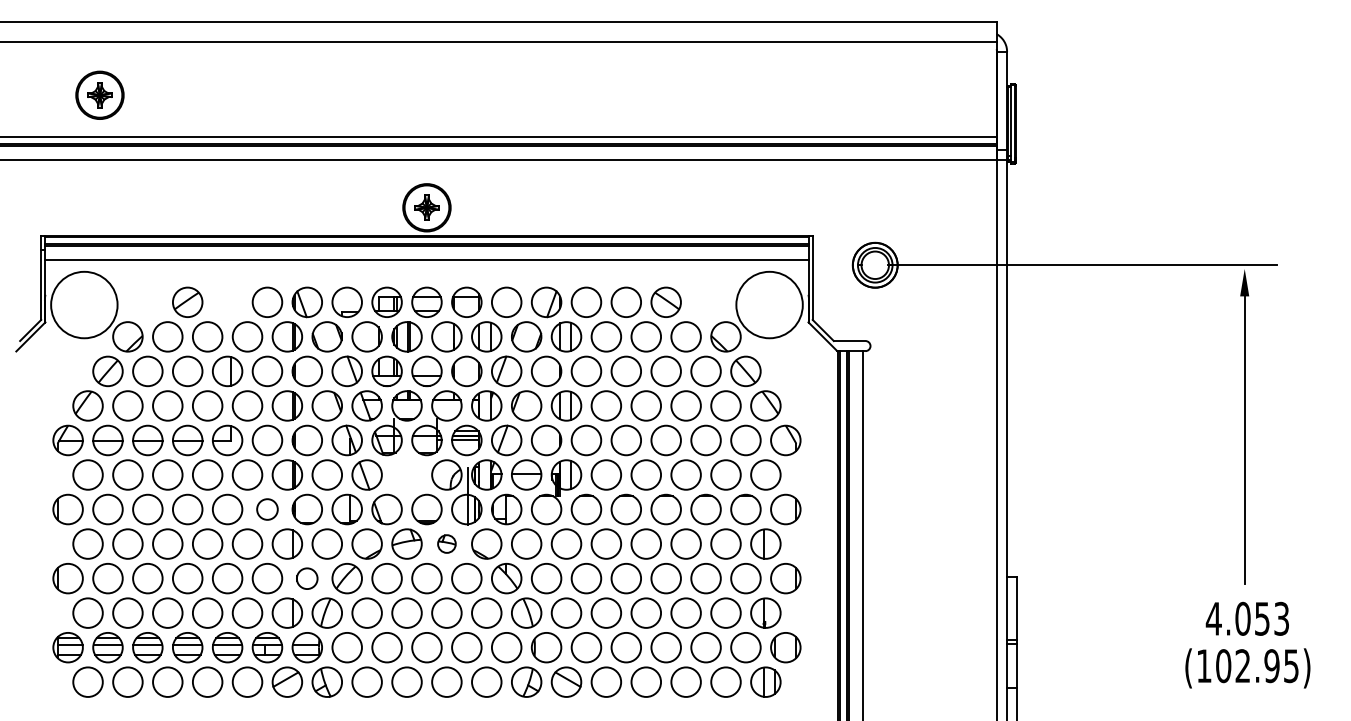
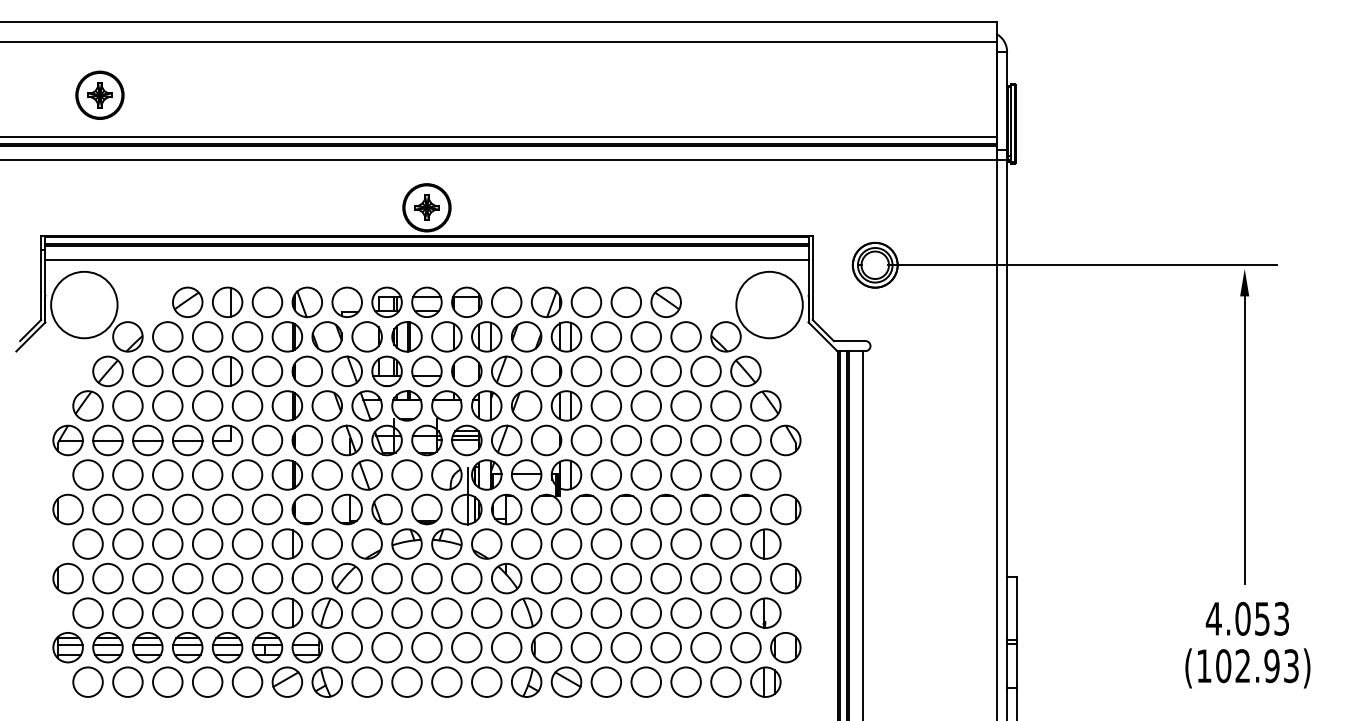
part at (227, 301): none -> present
circle at (406, 474): none -> present
circle at (267, 509) size: 23x23 px -> 33x33 px
part at (446, 543) size: 20x20 px -> 32x32 px
circle at (307, 578) size: 23x23 px -> 32x32 px
text at (1291, 665): (102.95) -> (102.93)
